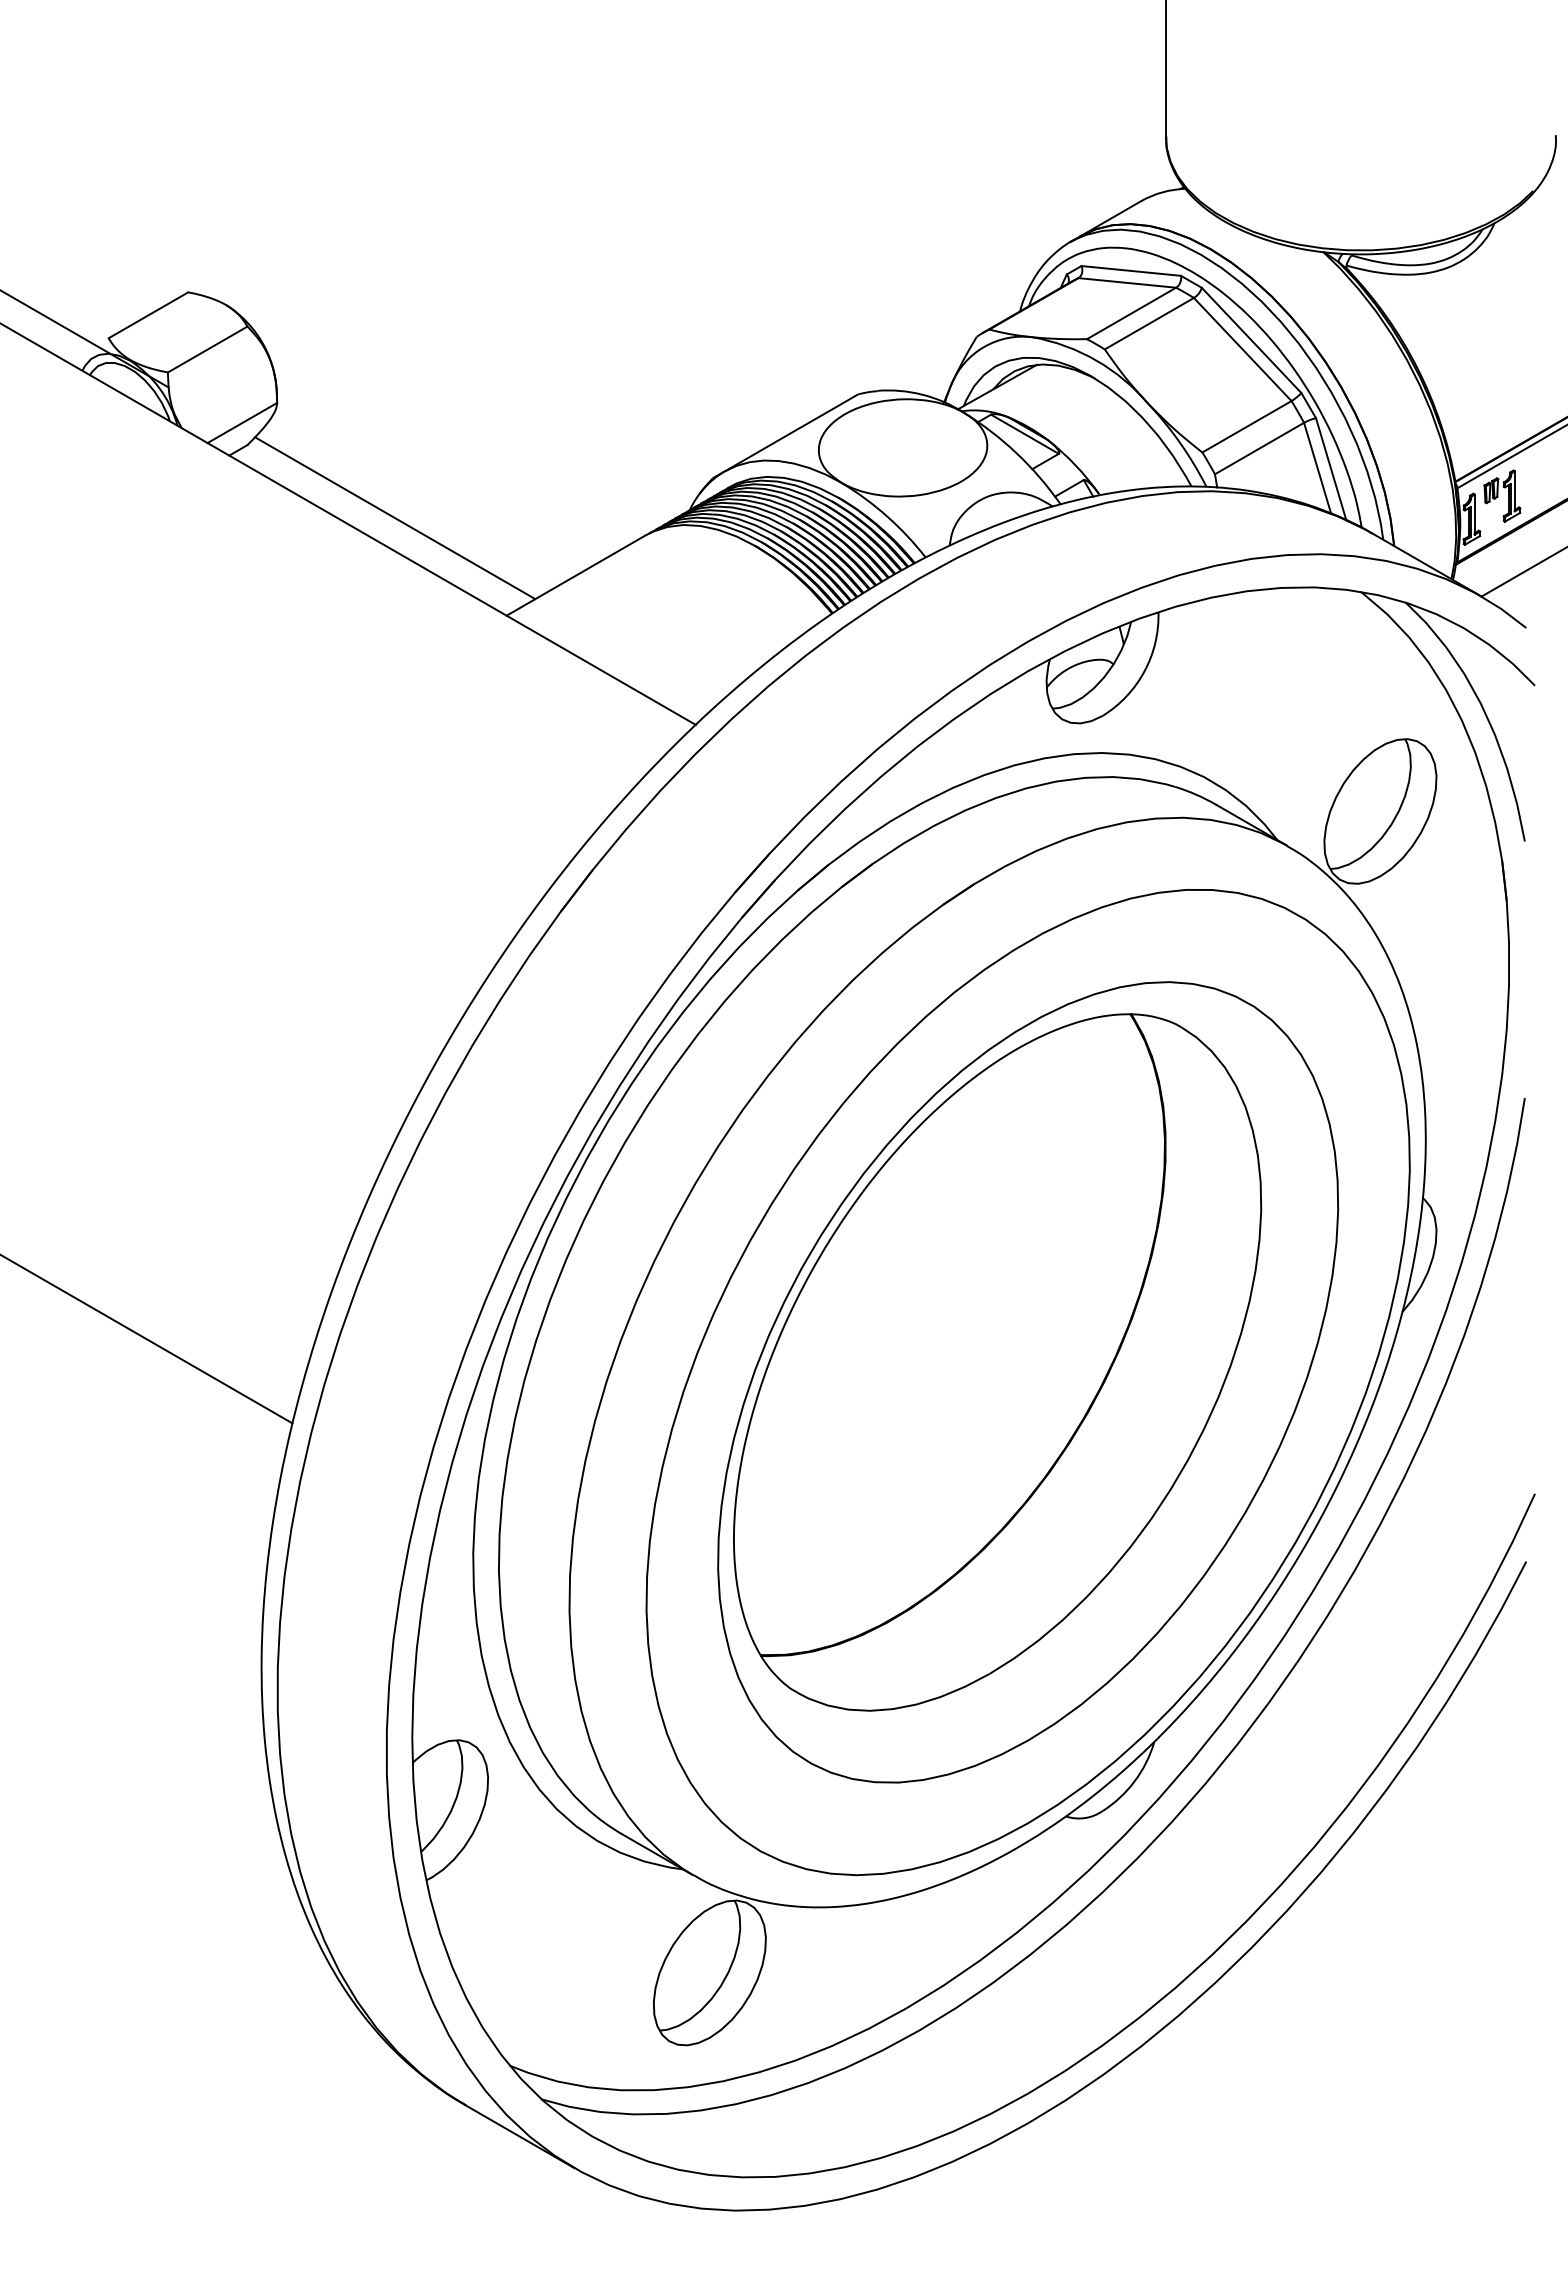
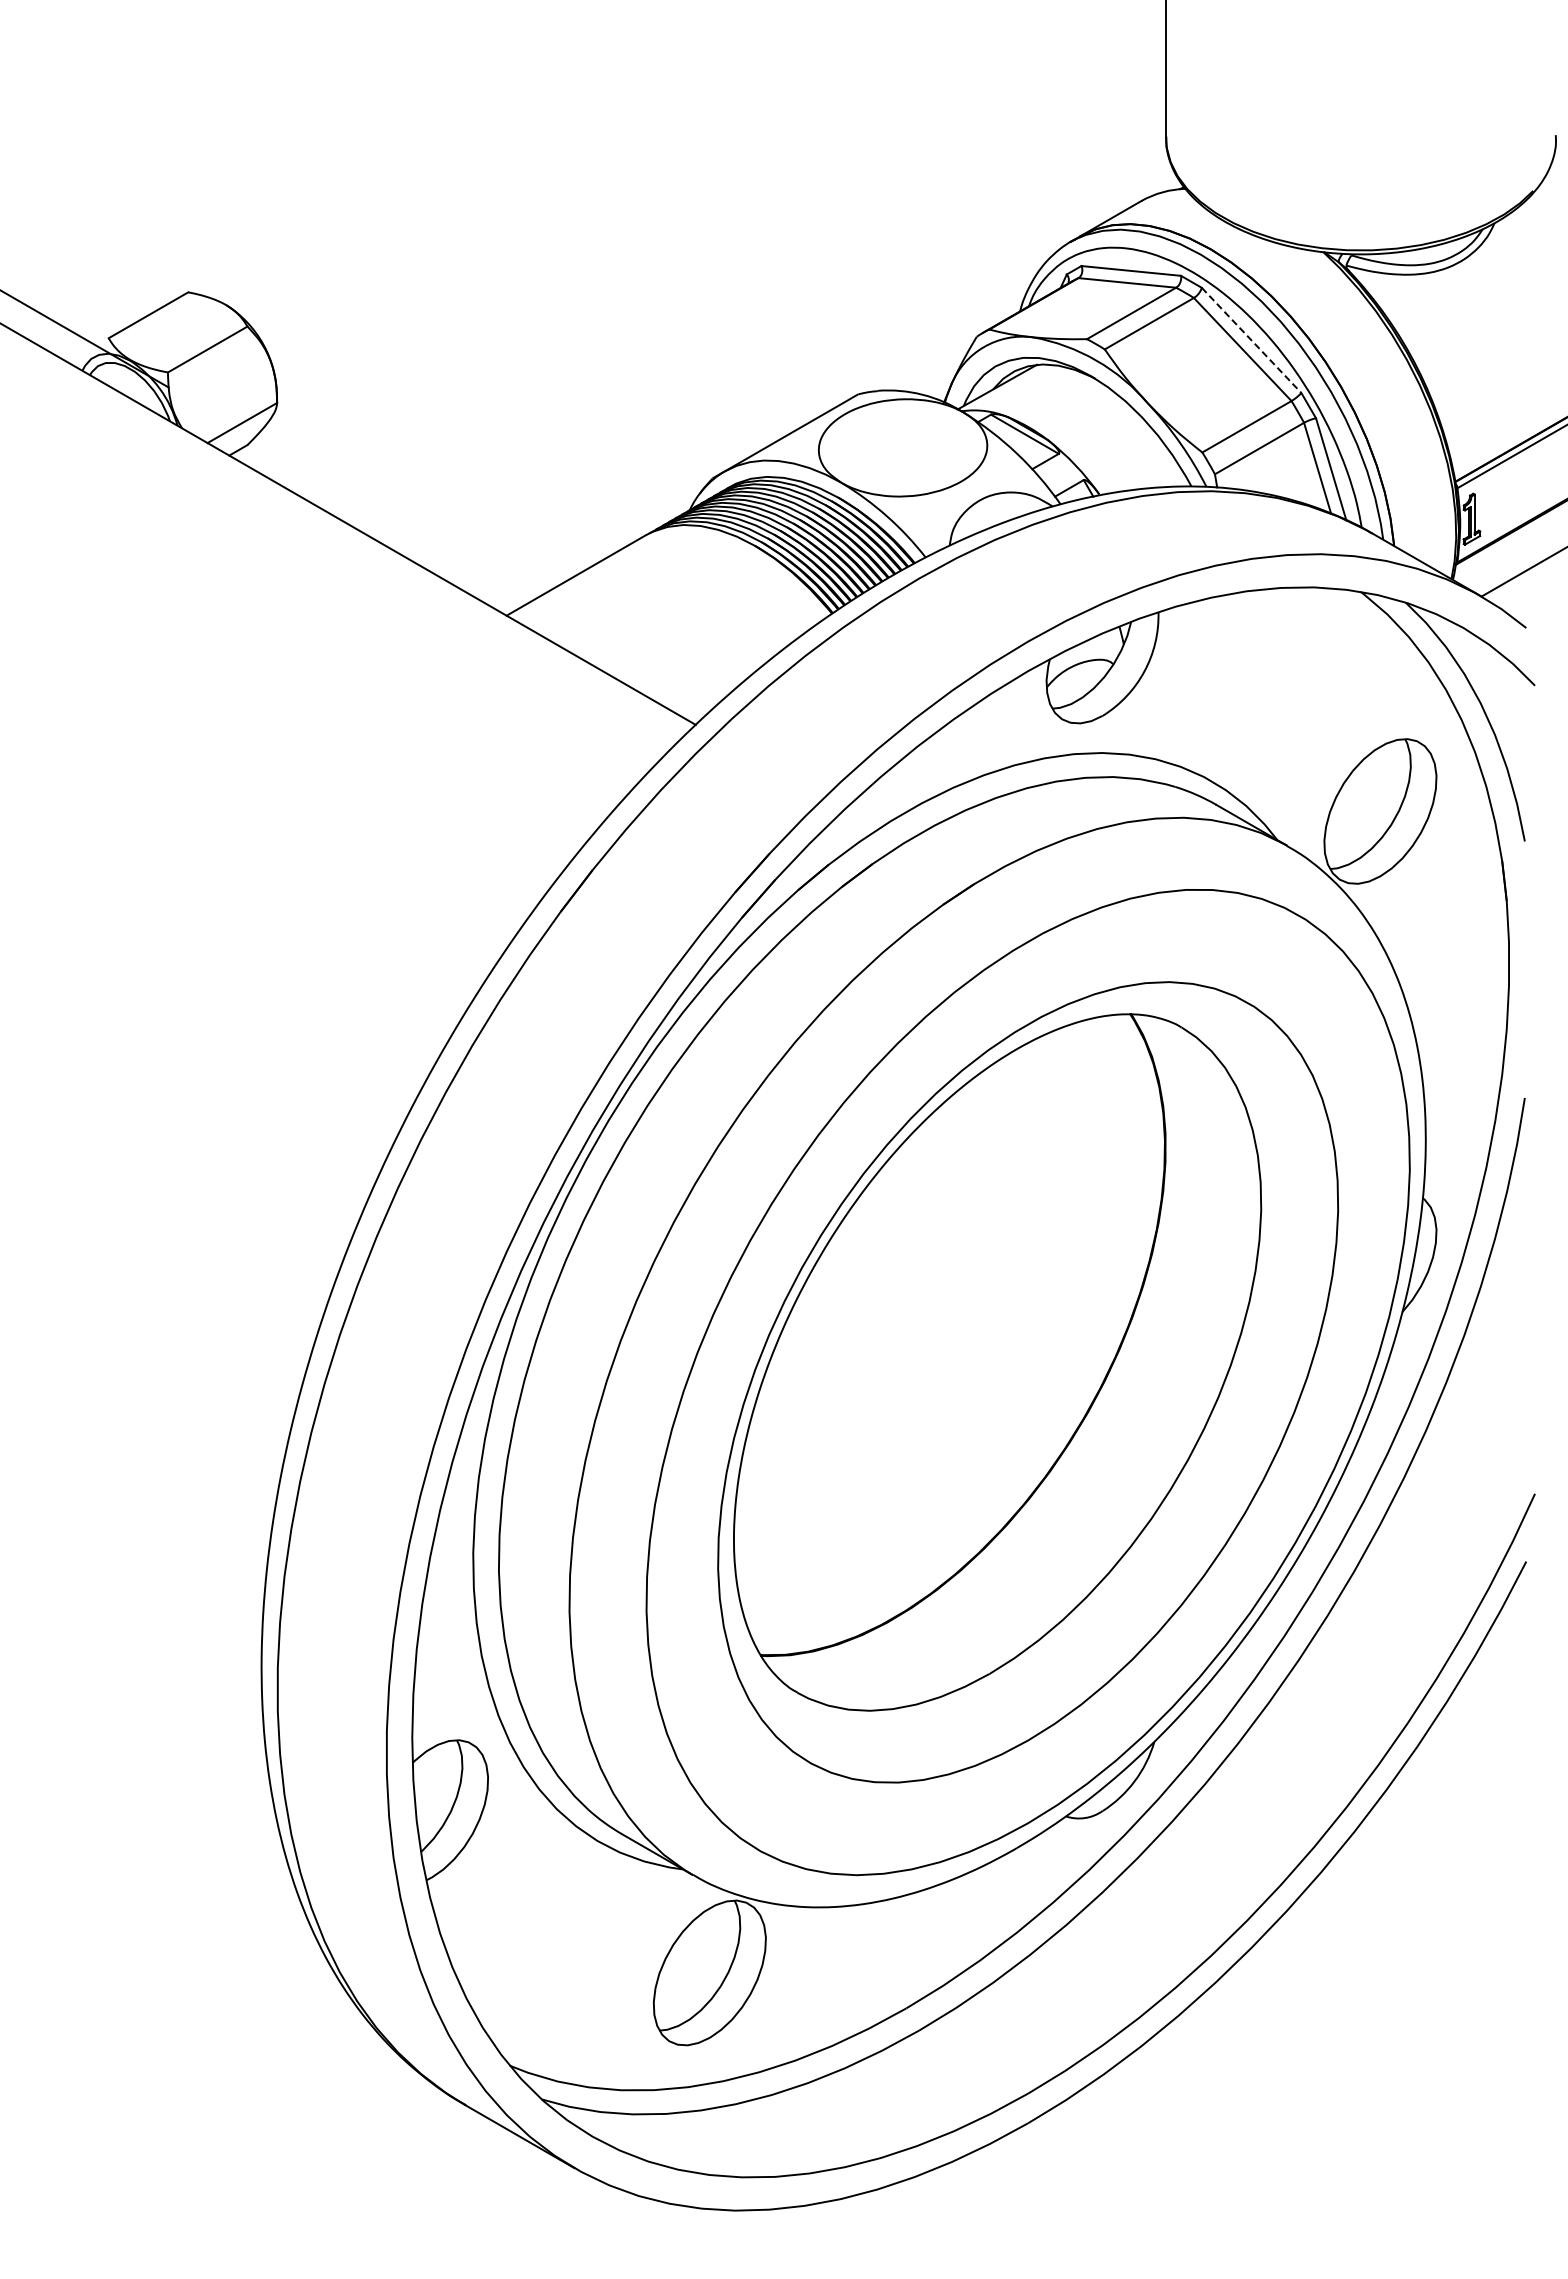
line at (1251, 340): solid -> dashed
part at (1502, 495): present -> none
line at (395, 518): present -> none
line at (147, 1339): present -> none
